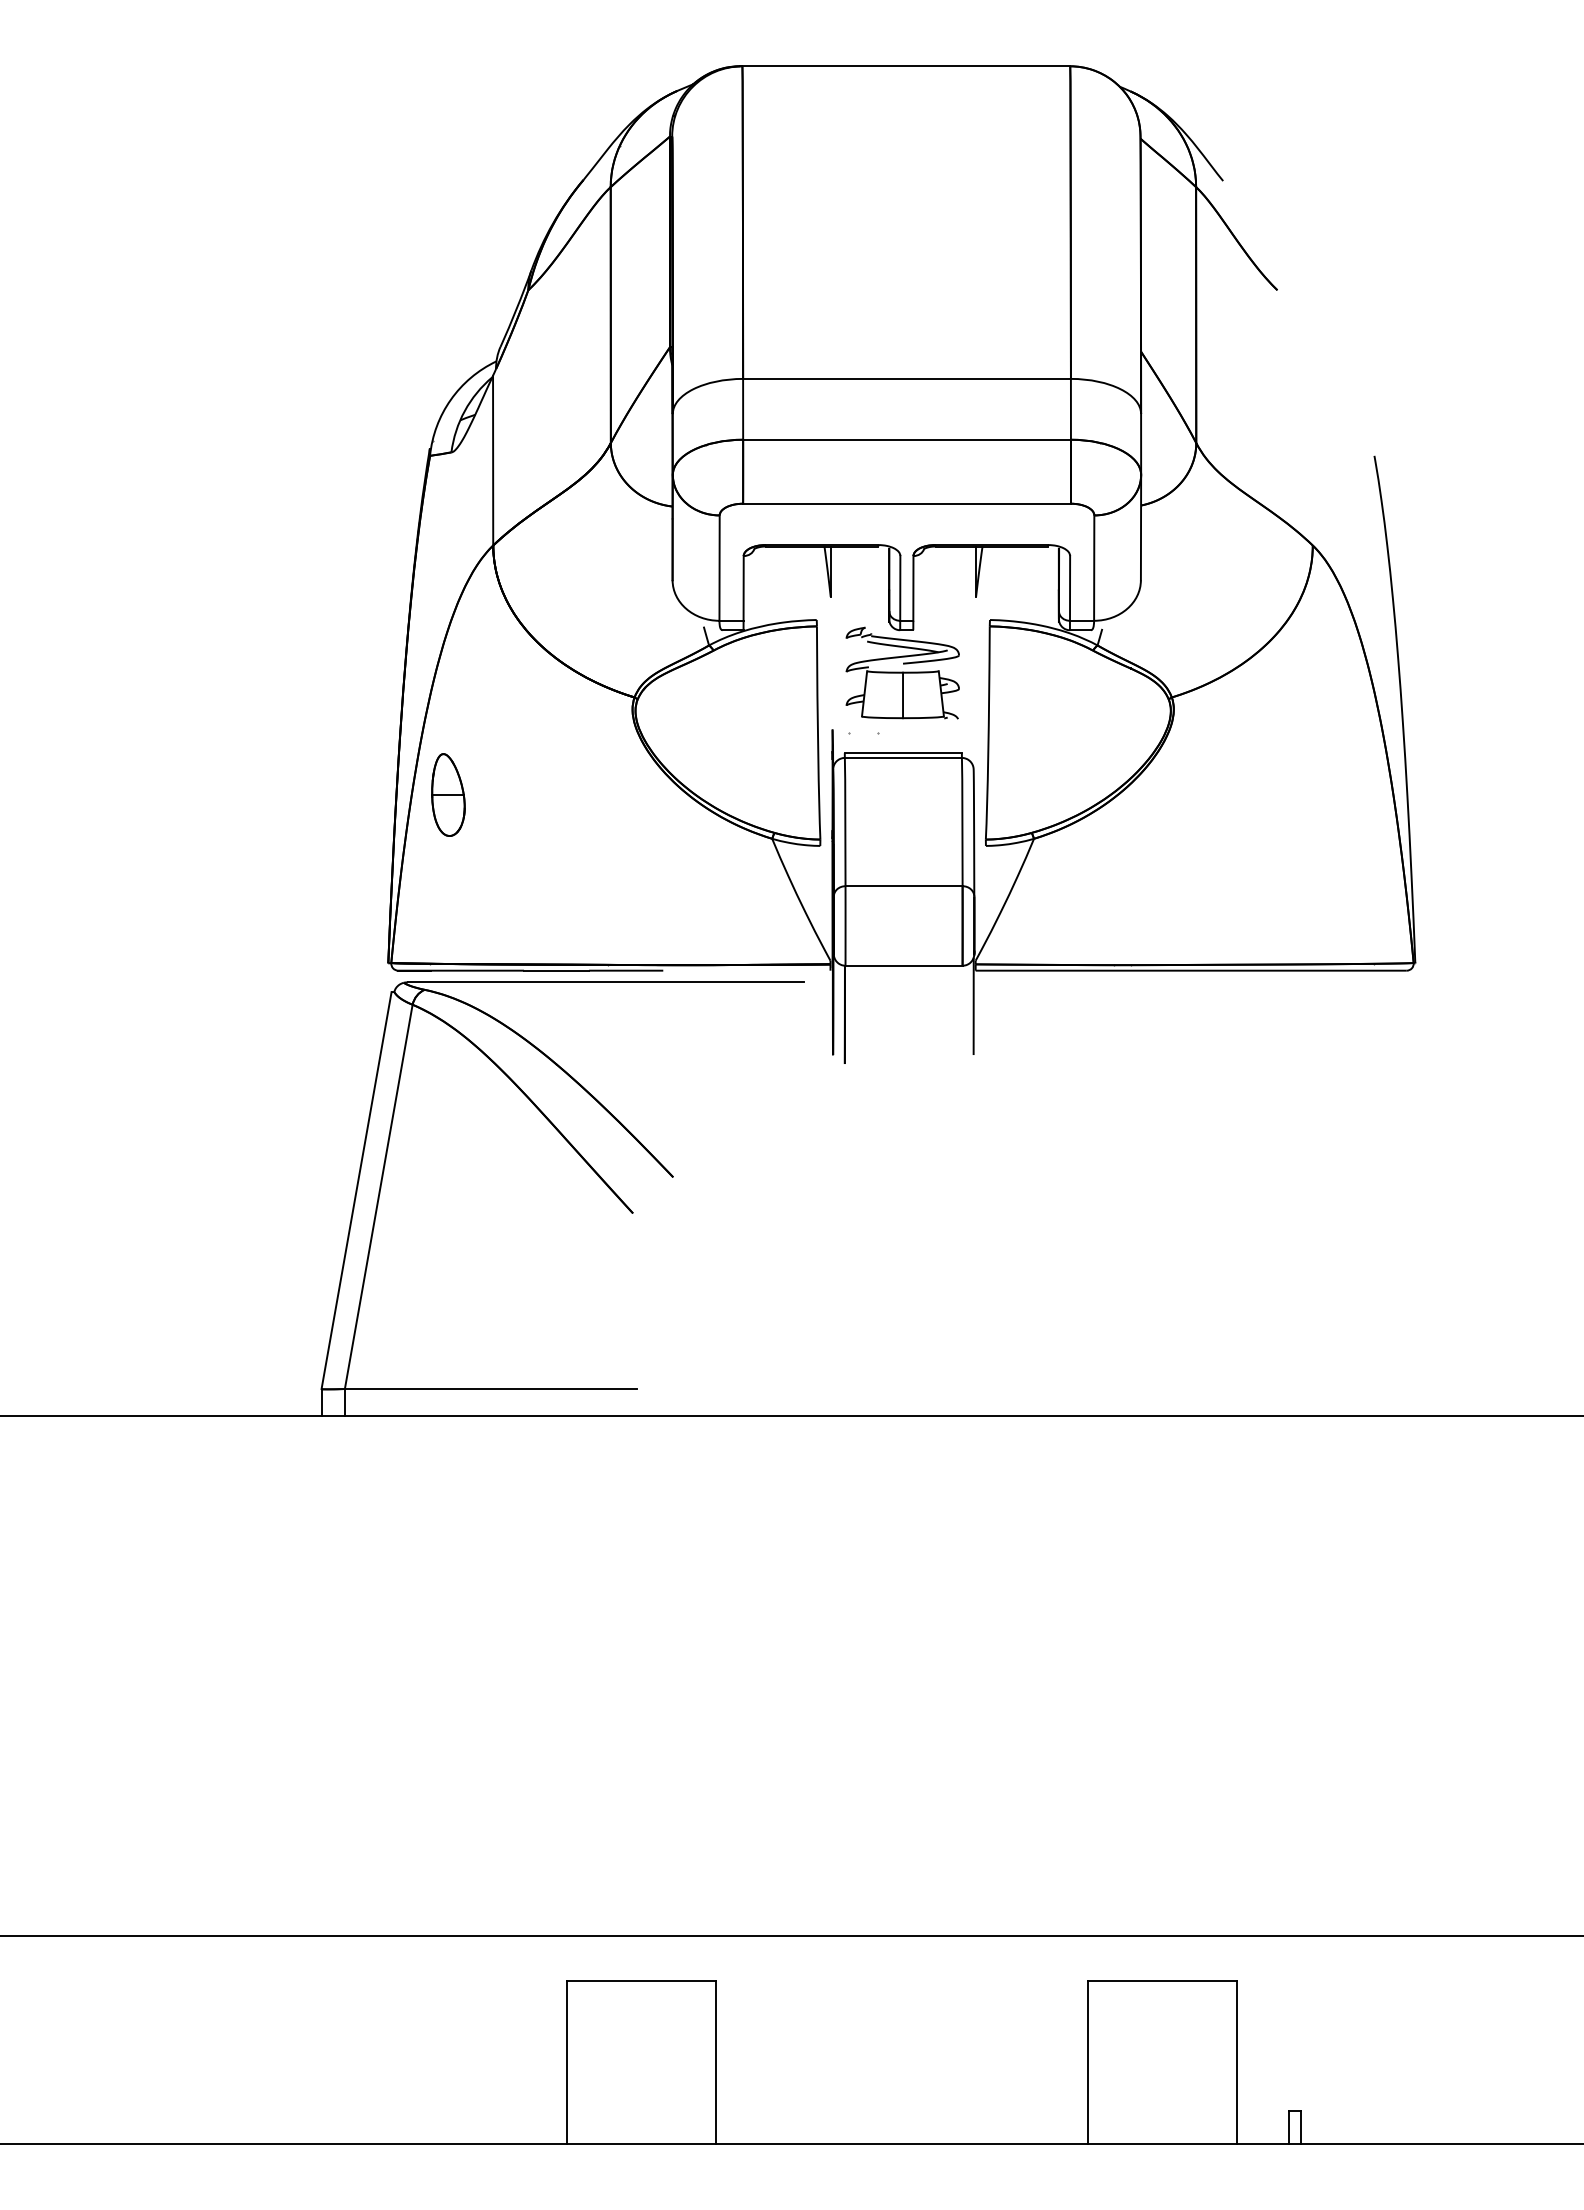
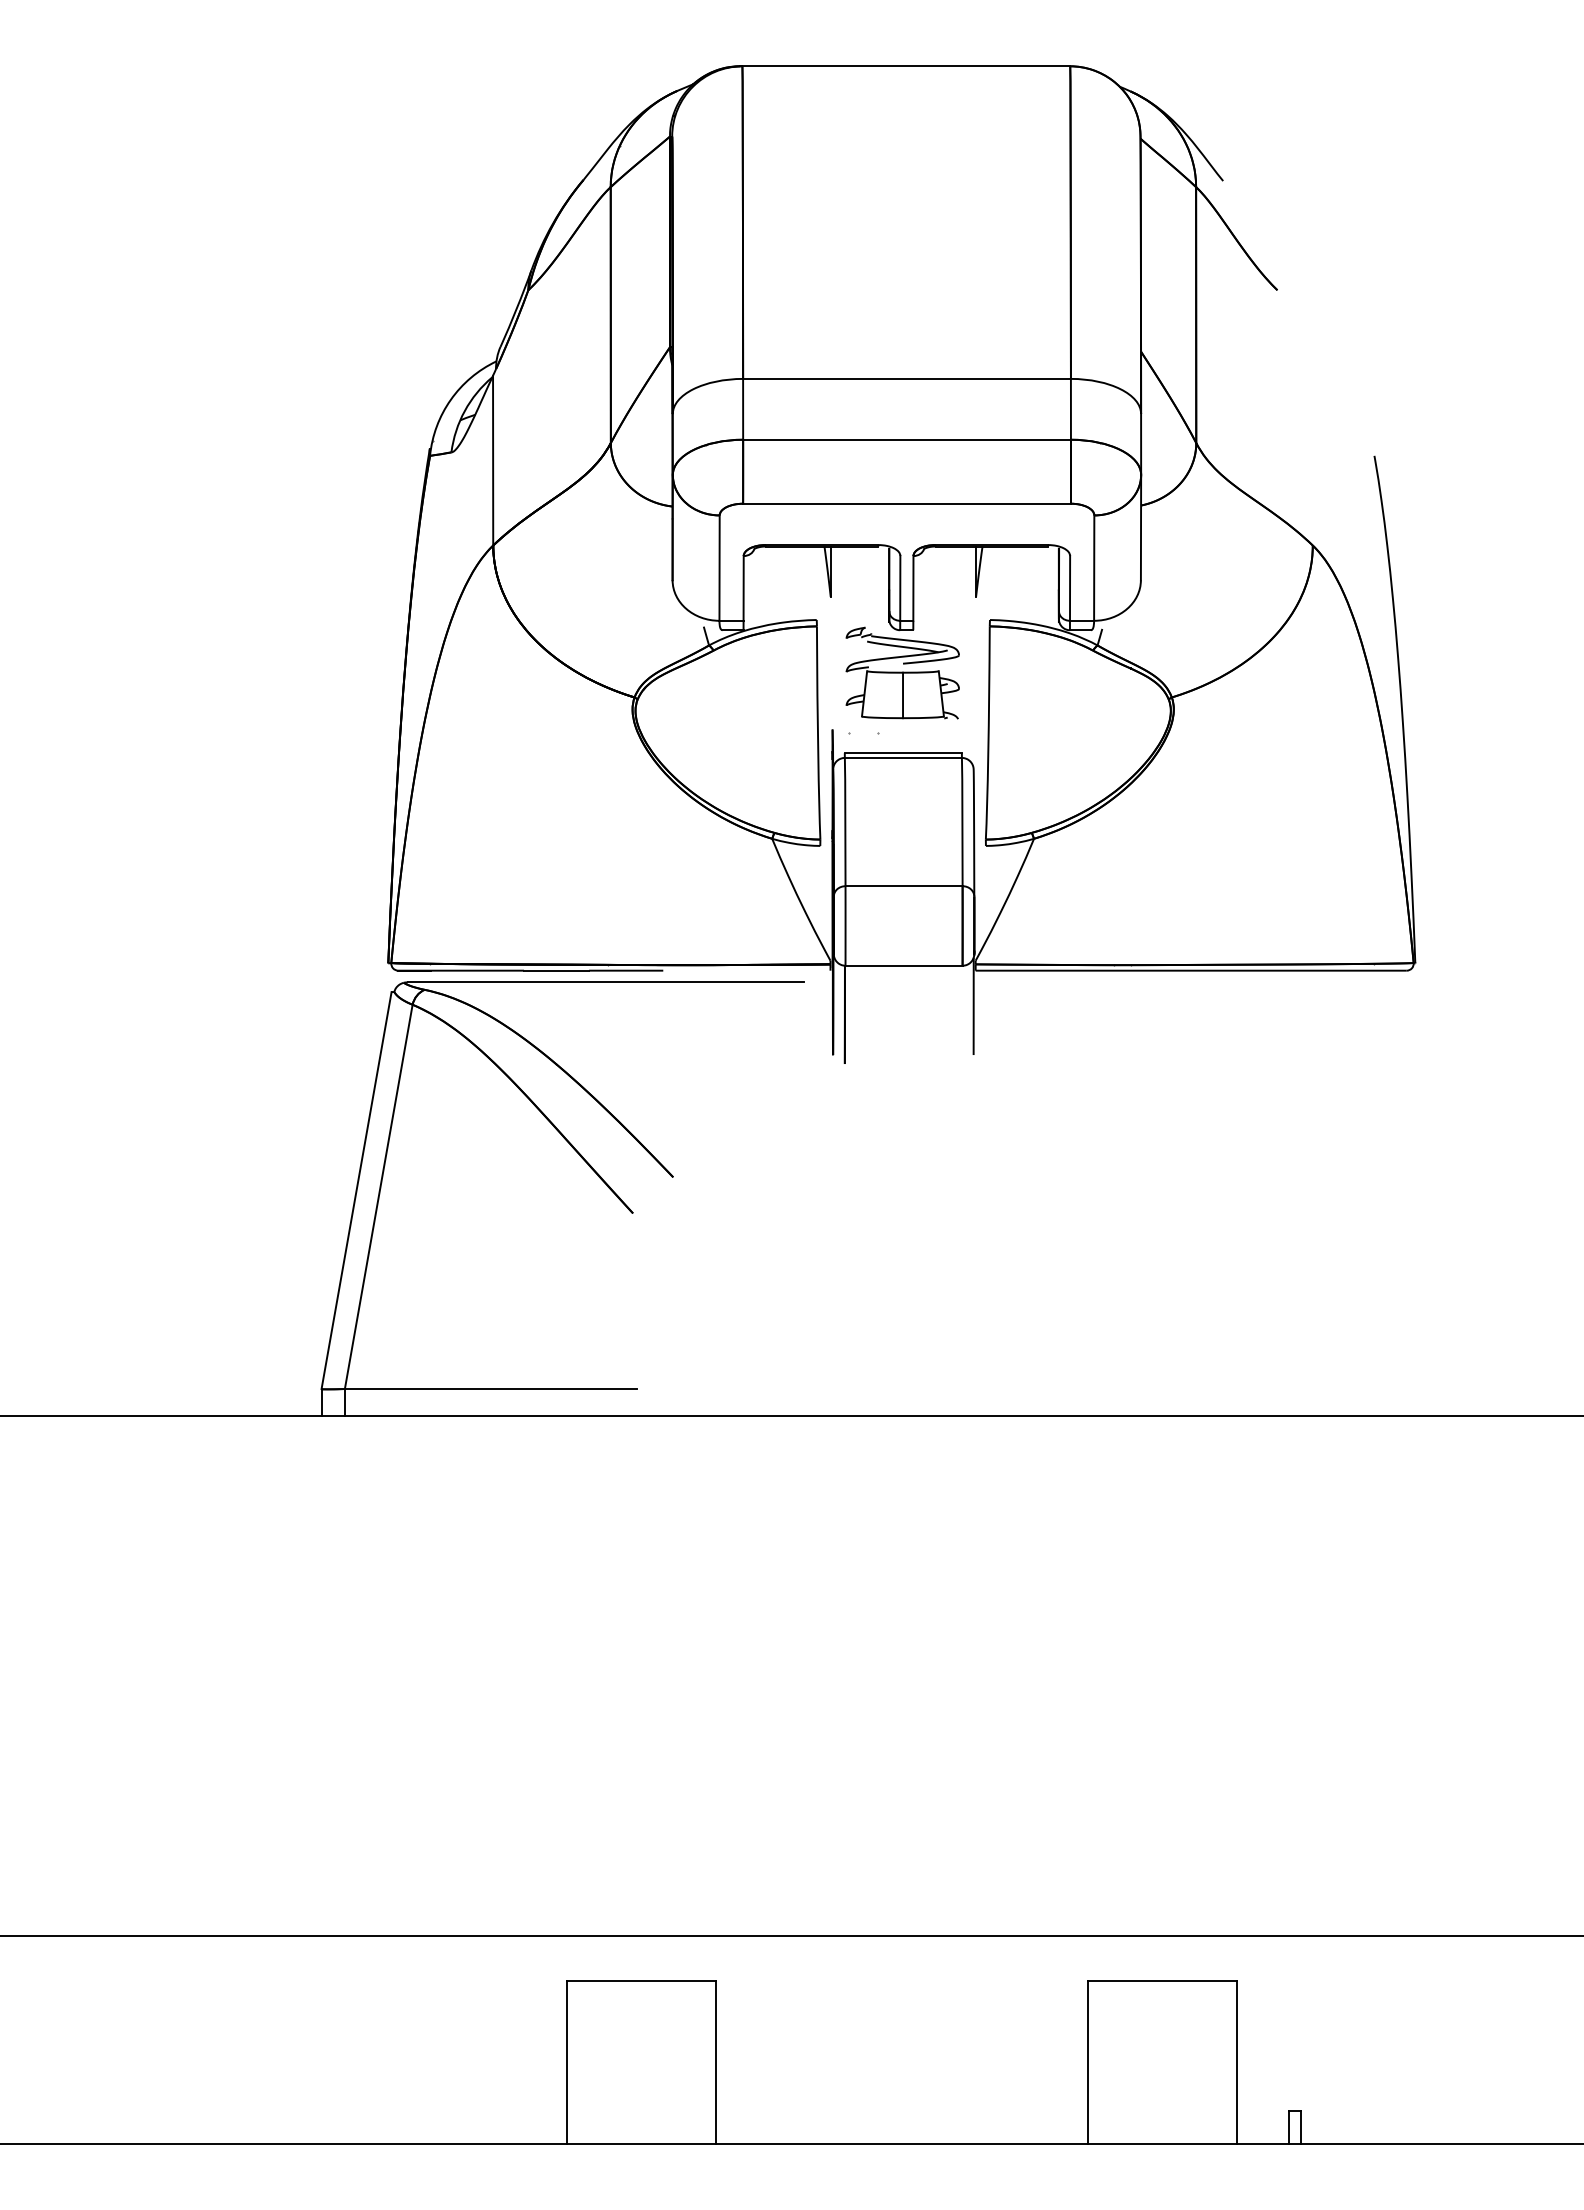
part at (448, 794): present -> none
